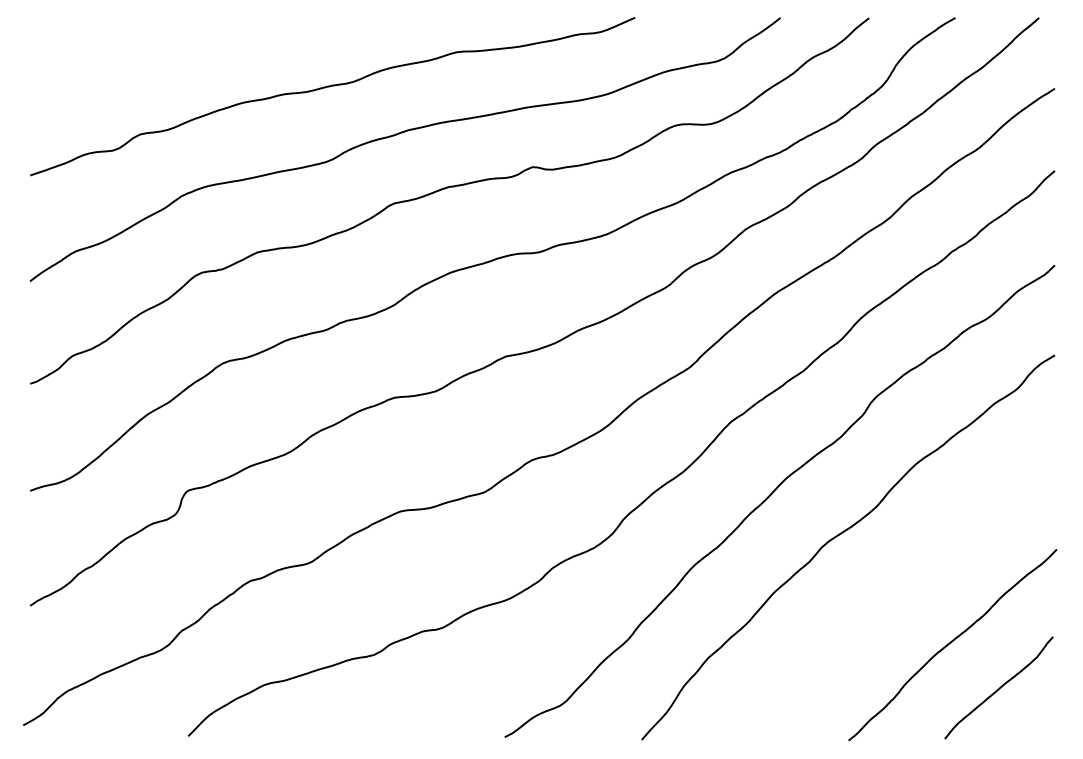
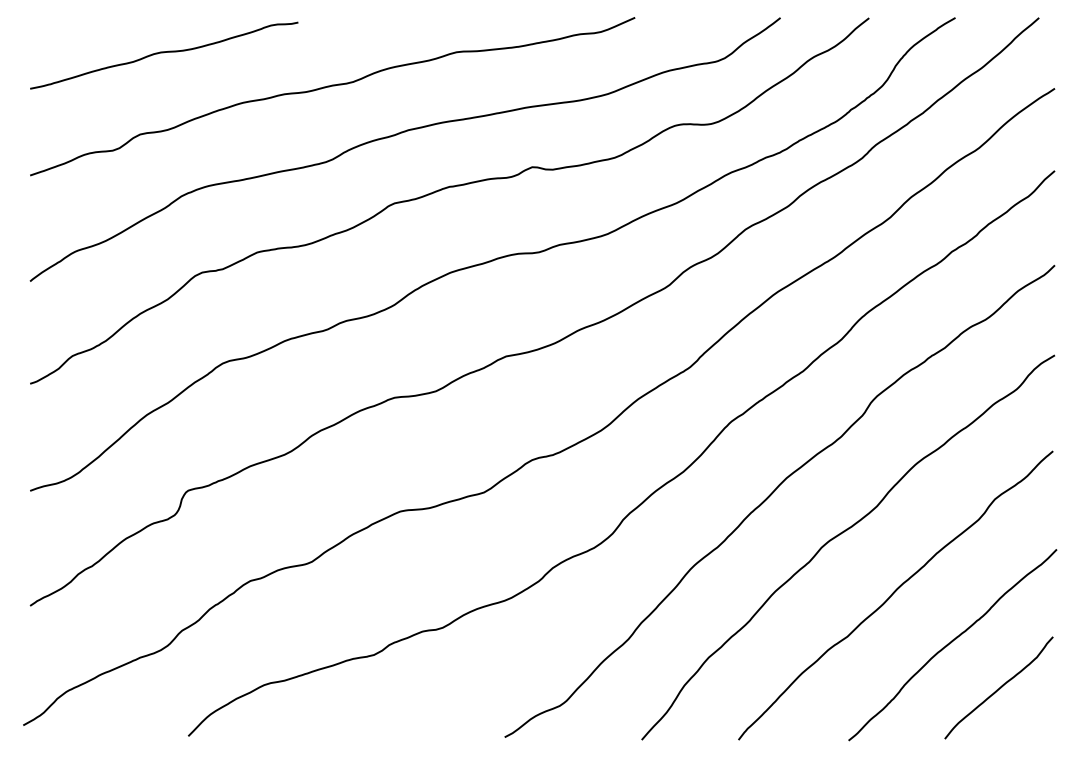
curve at (164, 53): none -> present
curve at (894, 593): none -> present
